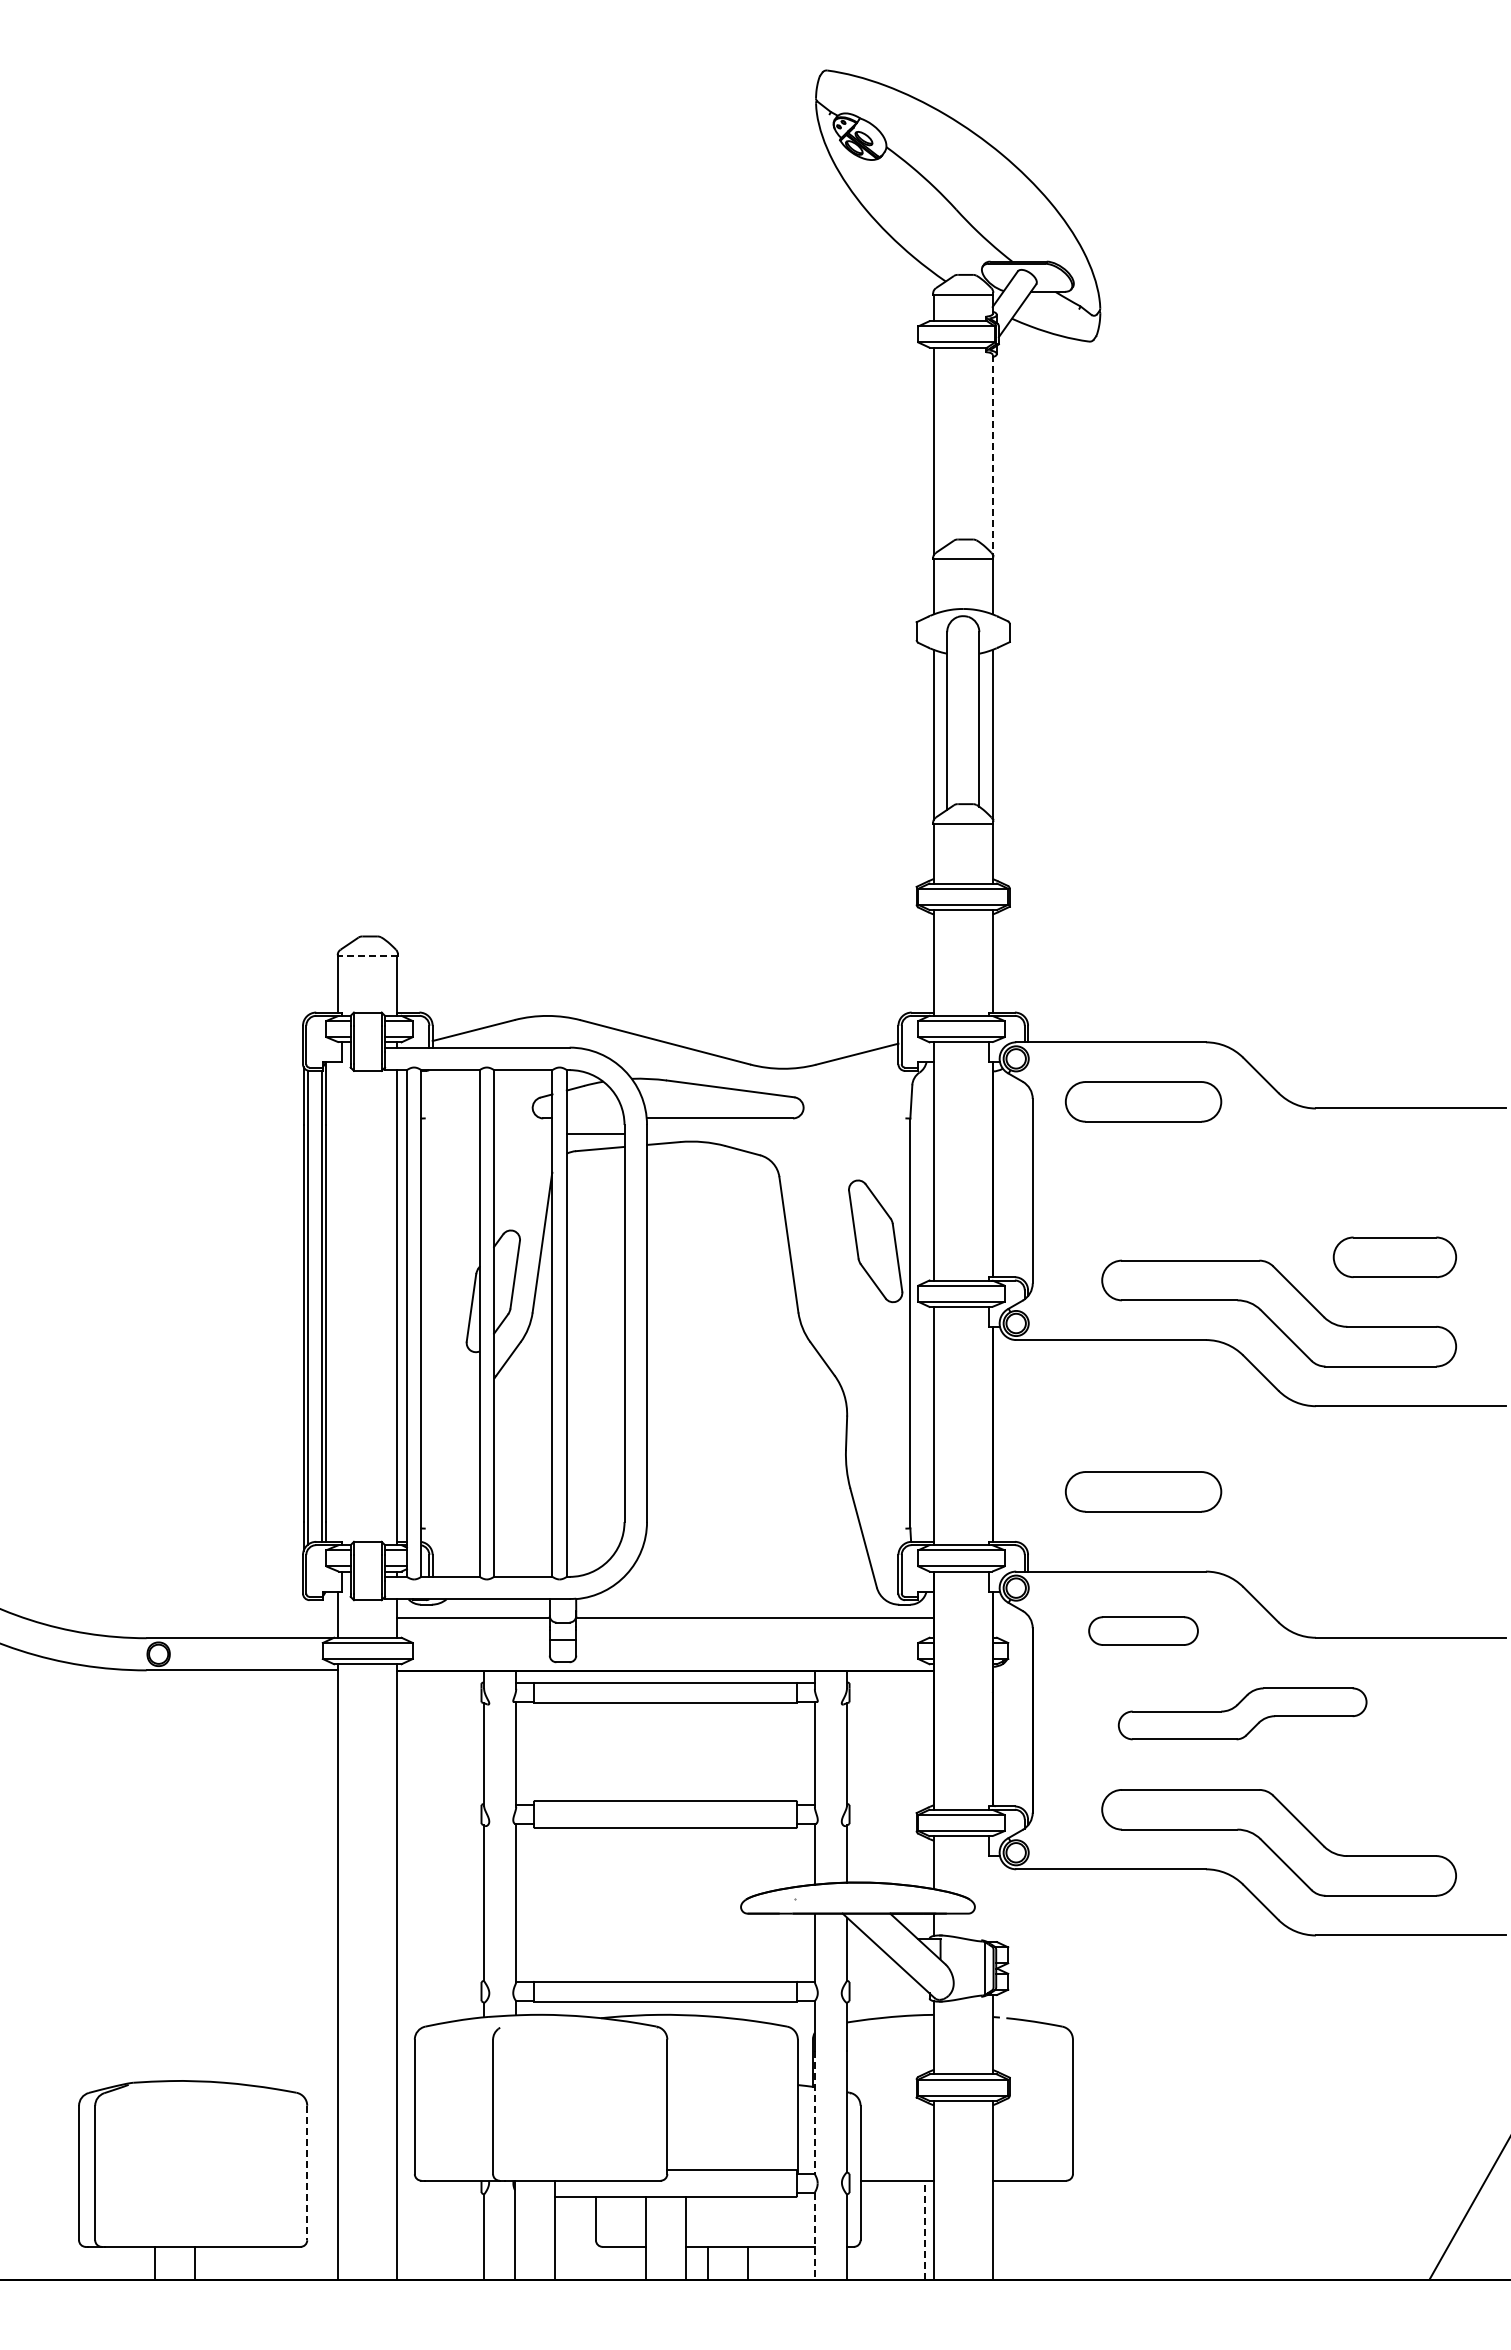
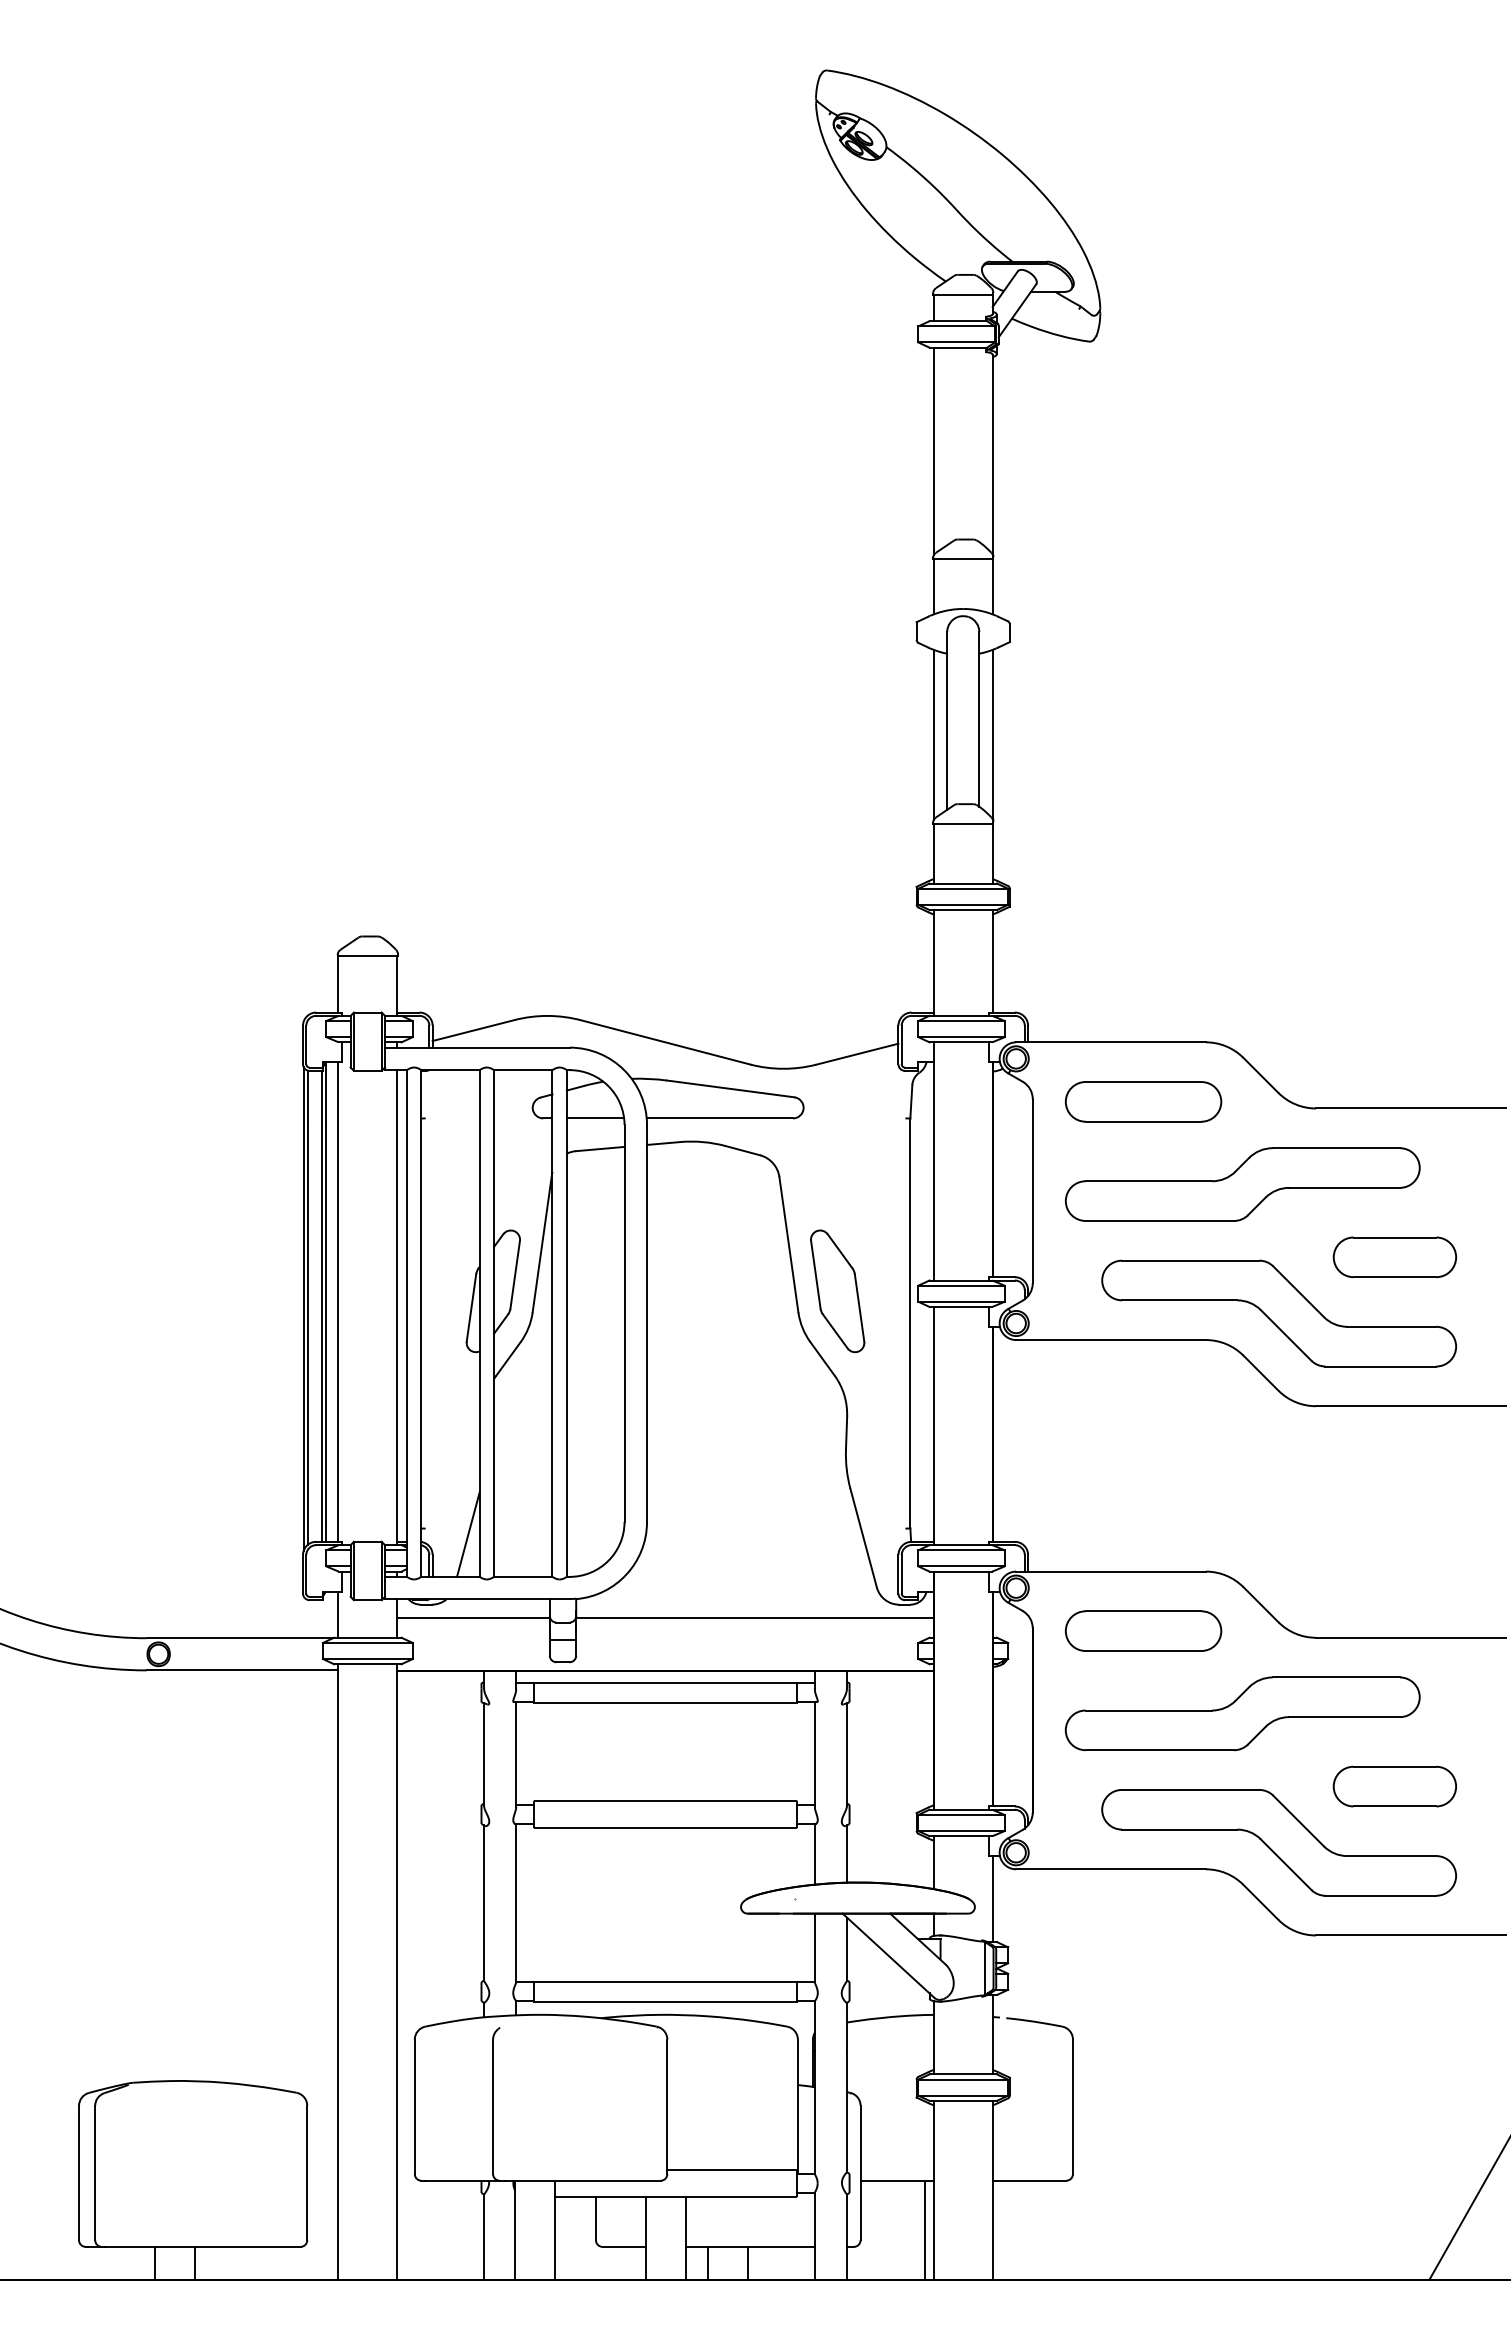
line at (992, 454): dashed -> solid
line at (367, 956): dashed -> solid
line at (595, 1134) position: (595, 1134) -> (595, 1118)
part at (1242, 1184): none -> present
part at (875, 1241) position: (875, 1241) -> (837, 1291)
line at (338, 1301): none -> present
part at (1143, 1491): present -> none
line at (468, 1534): none -> present
part at (1143, 1630) size: 111x30 px -> 159x42 px
part at (1242, 1713) size: 251x54 px -> 357x76 px
part at (1394, 1786): none -> present
line at (992, 1899): none -> present
line at (814, 2113): dashed -> solid
line at (307, 2173): dashed -> solid
line at (925, 2229): dashed -> solid
line at (814, 2236): dashed -> solid
